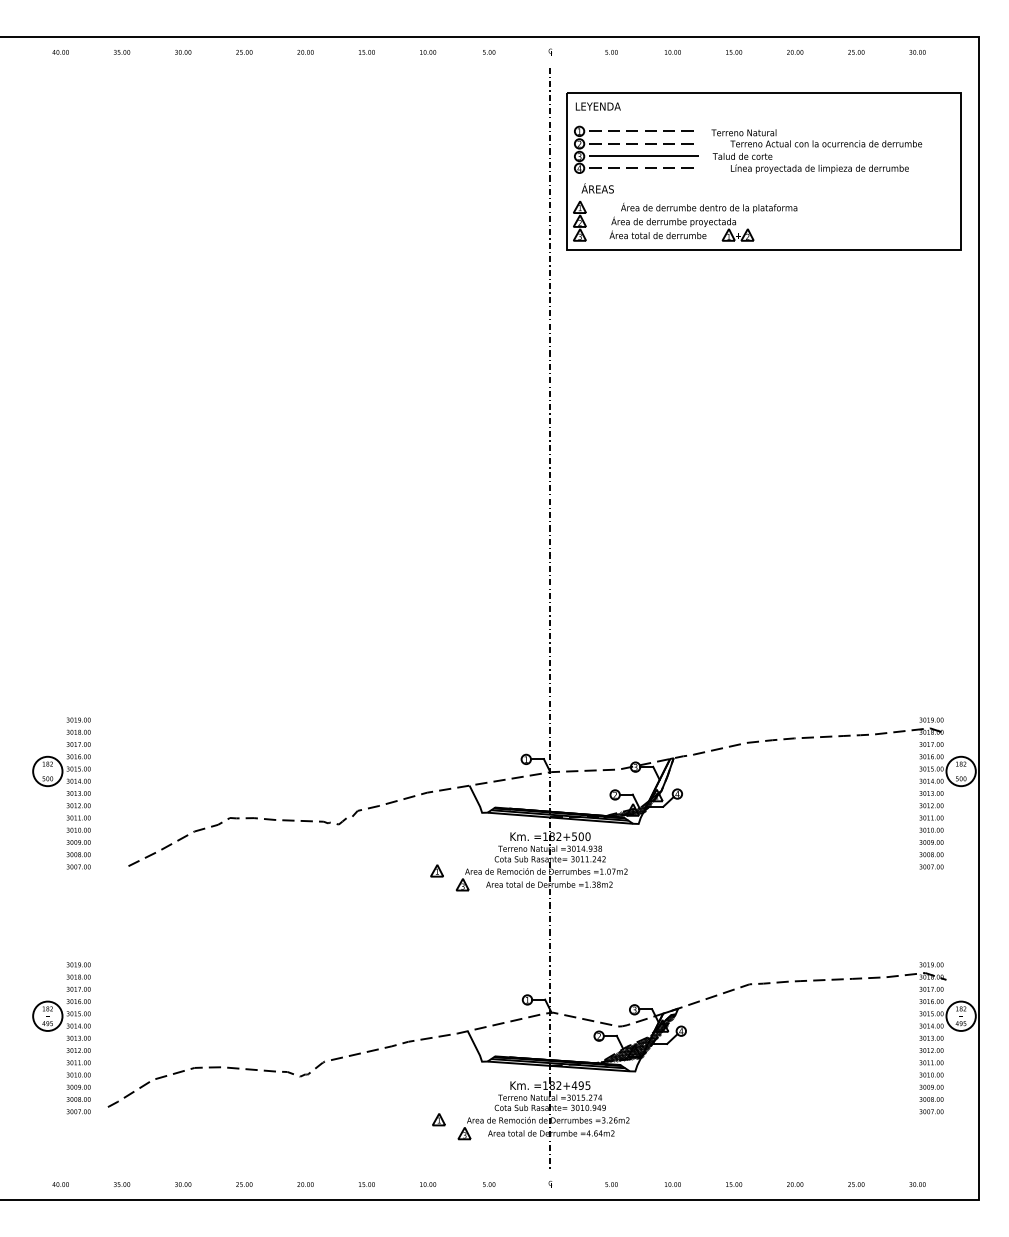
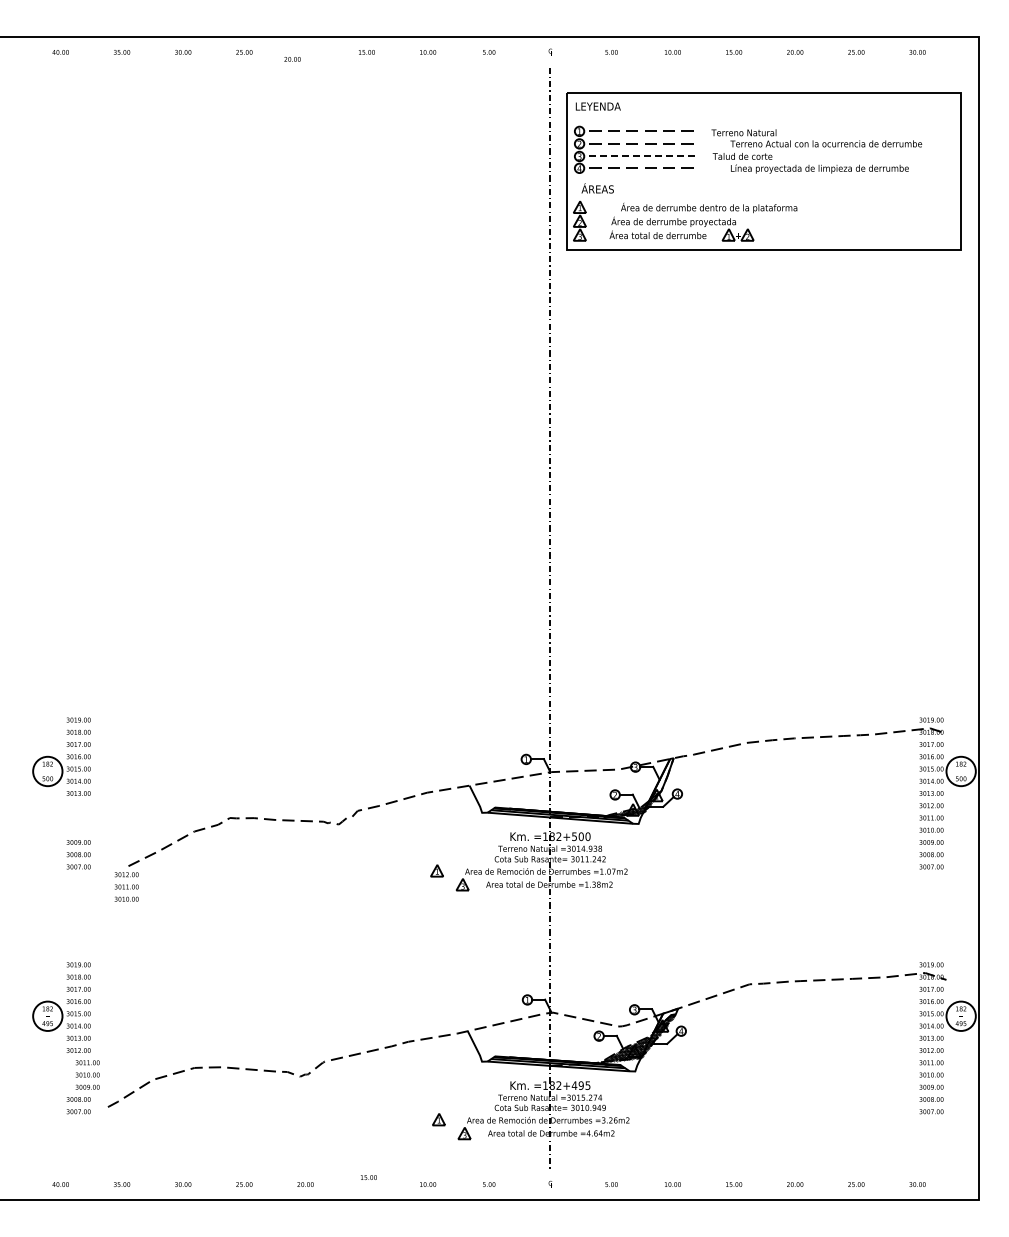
text at (305, 52) position: (305, 52) -> (292, 59)
line at (644, 156): solid -> dashed
text at (78, 817) position: (78, 817) -> (126, 886)
text at (78, 1074) position: (78, 1074) -> (87, 1074)
text at (366, 1184) position: (366, 1184) -> (368, 1177)
